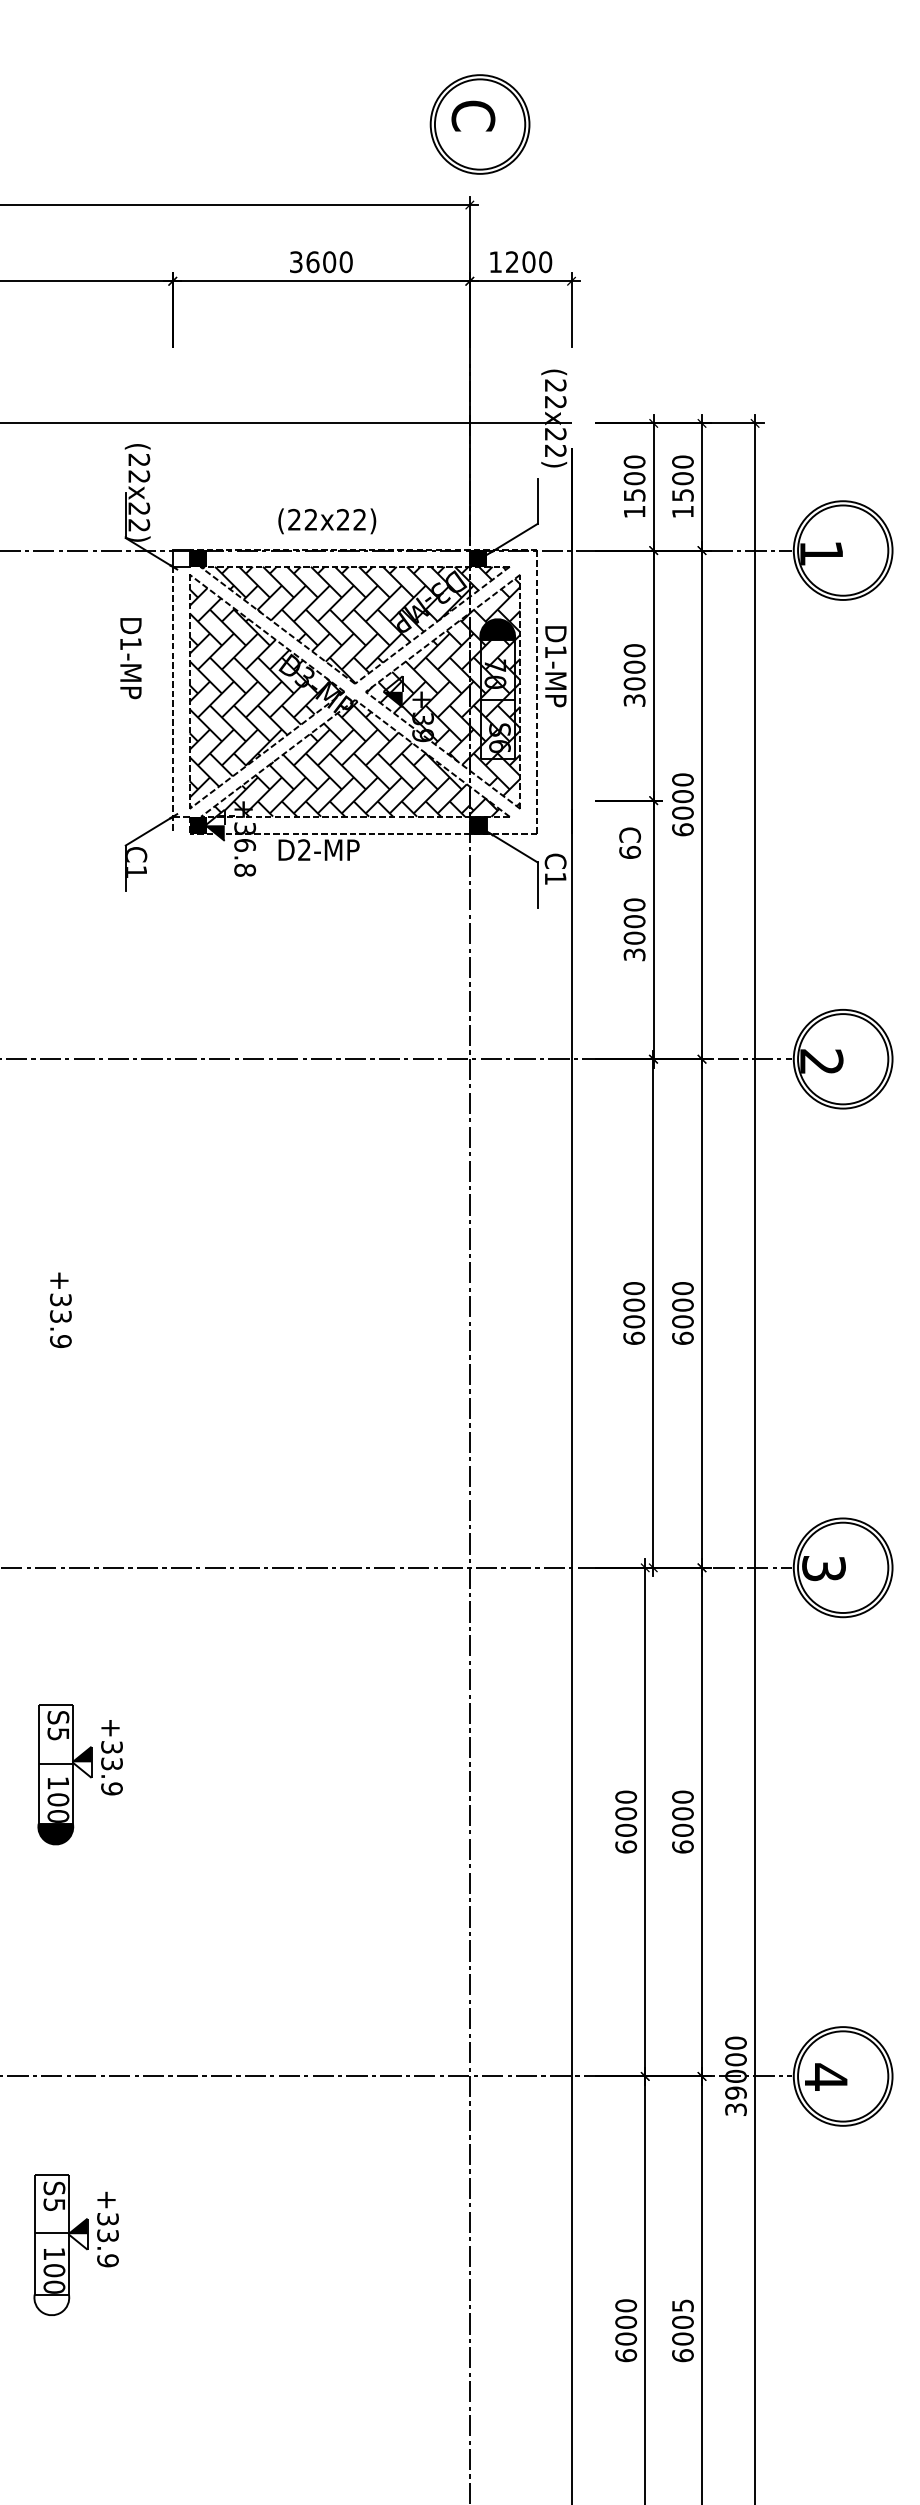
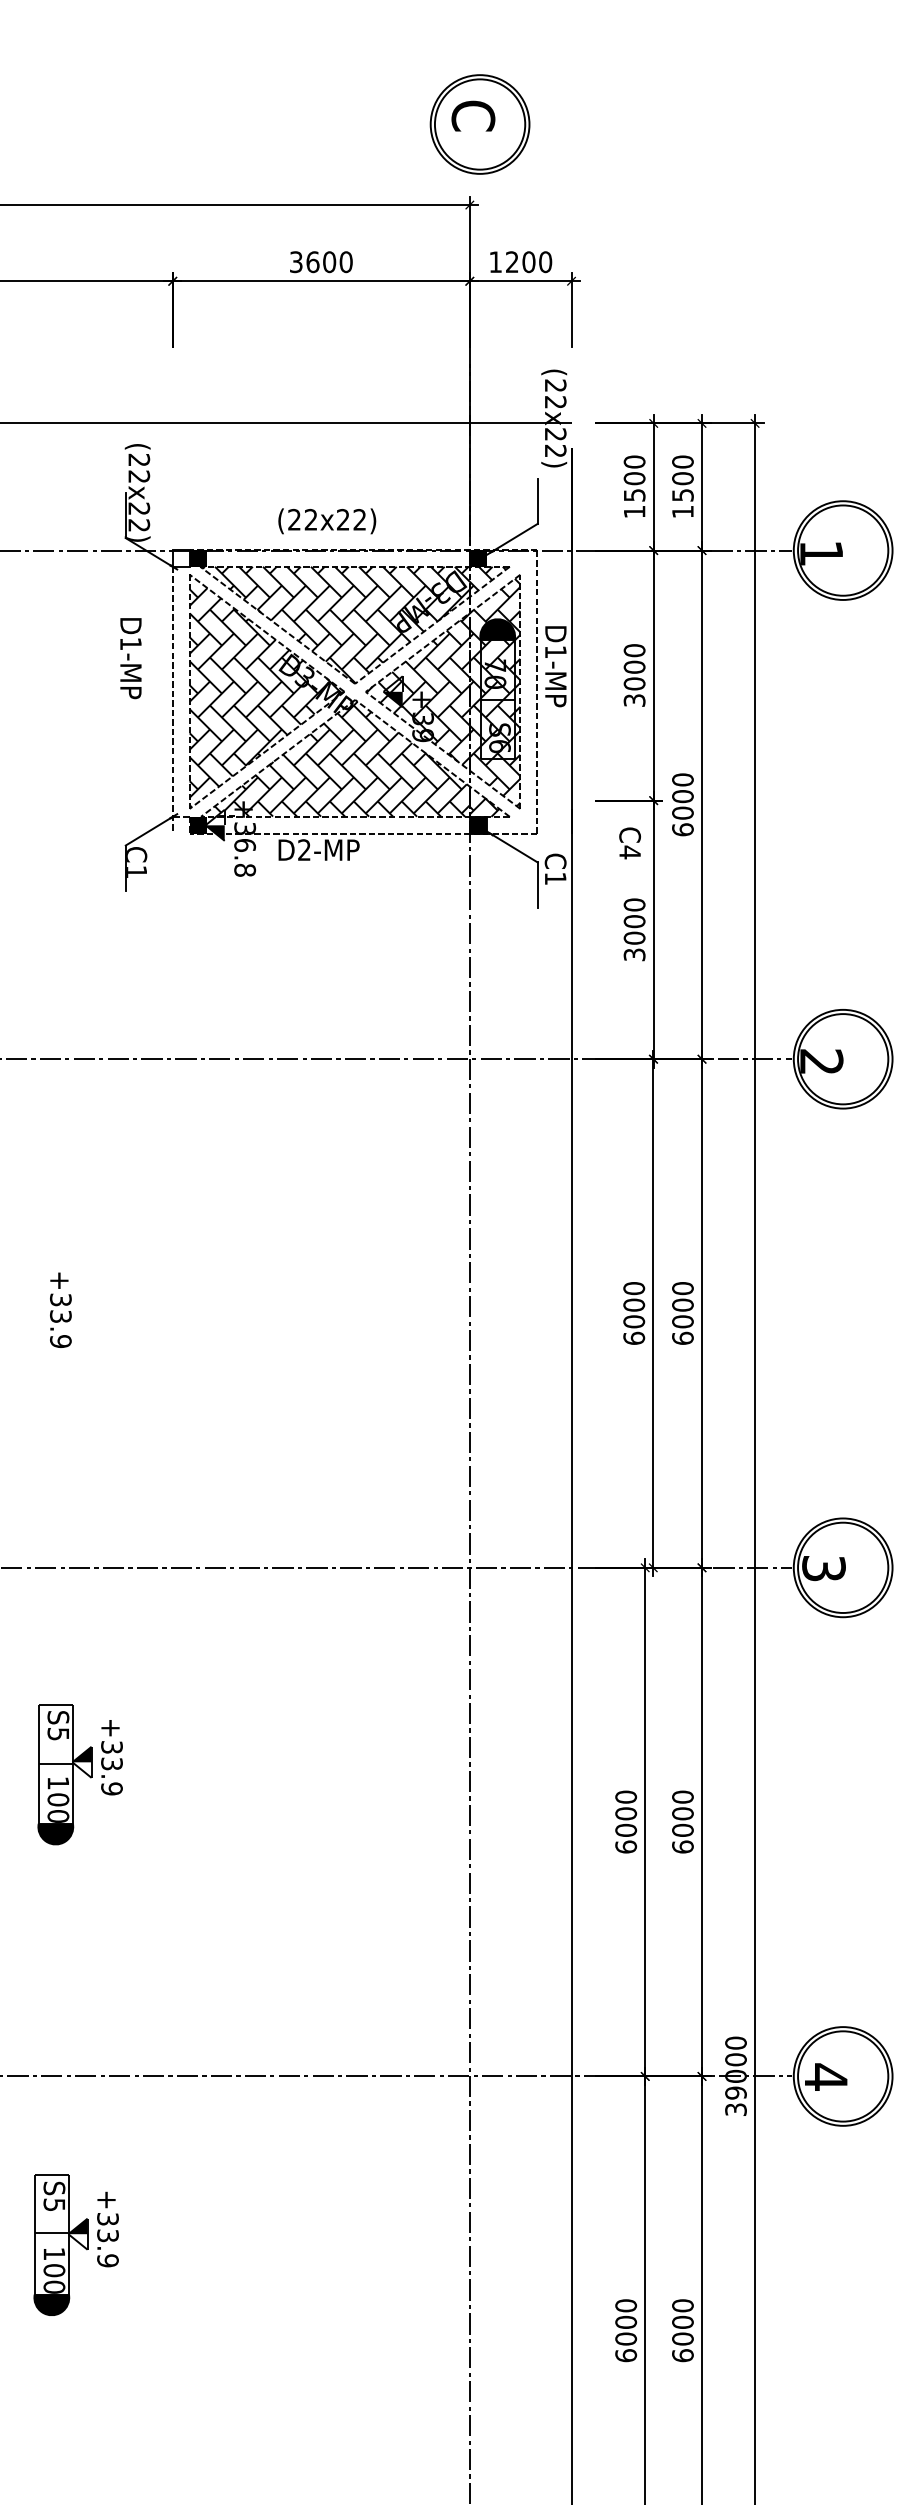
text at (630, 852): C9 -> C4
fill at (51, 2304): none -> present
text at (682, 2305): 6005 -> 6000
